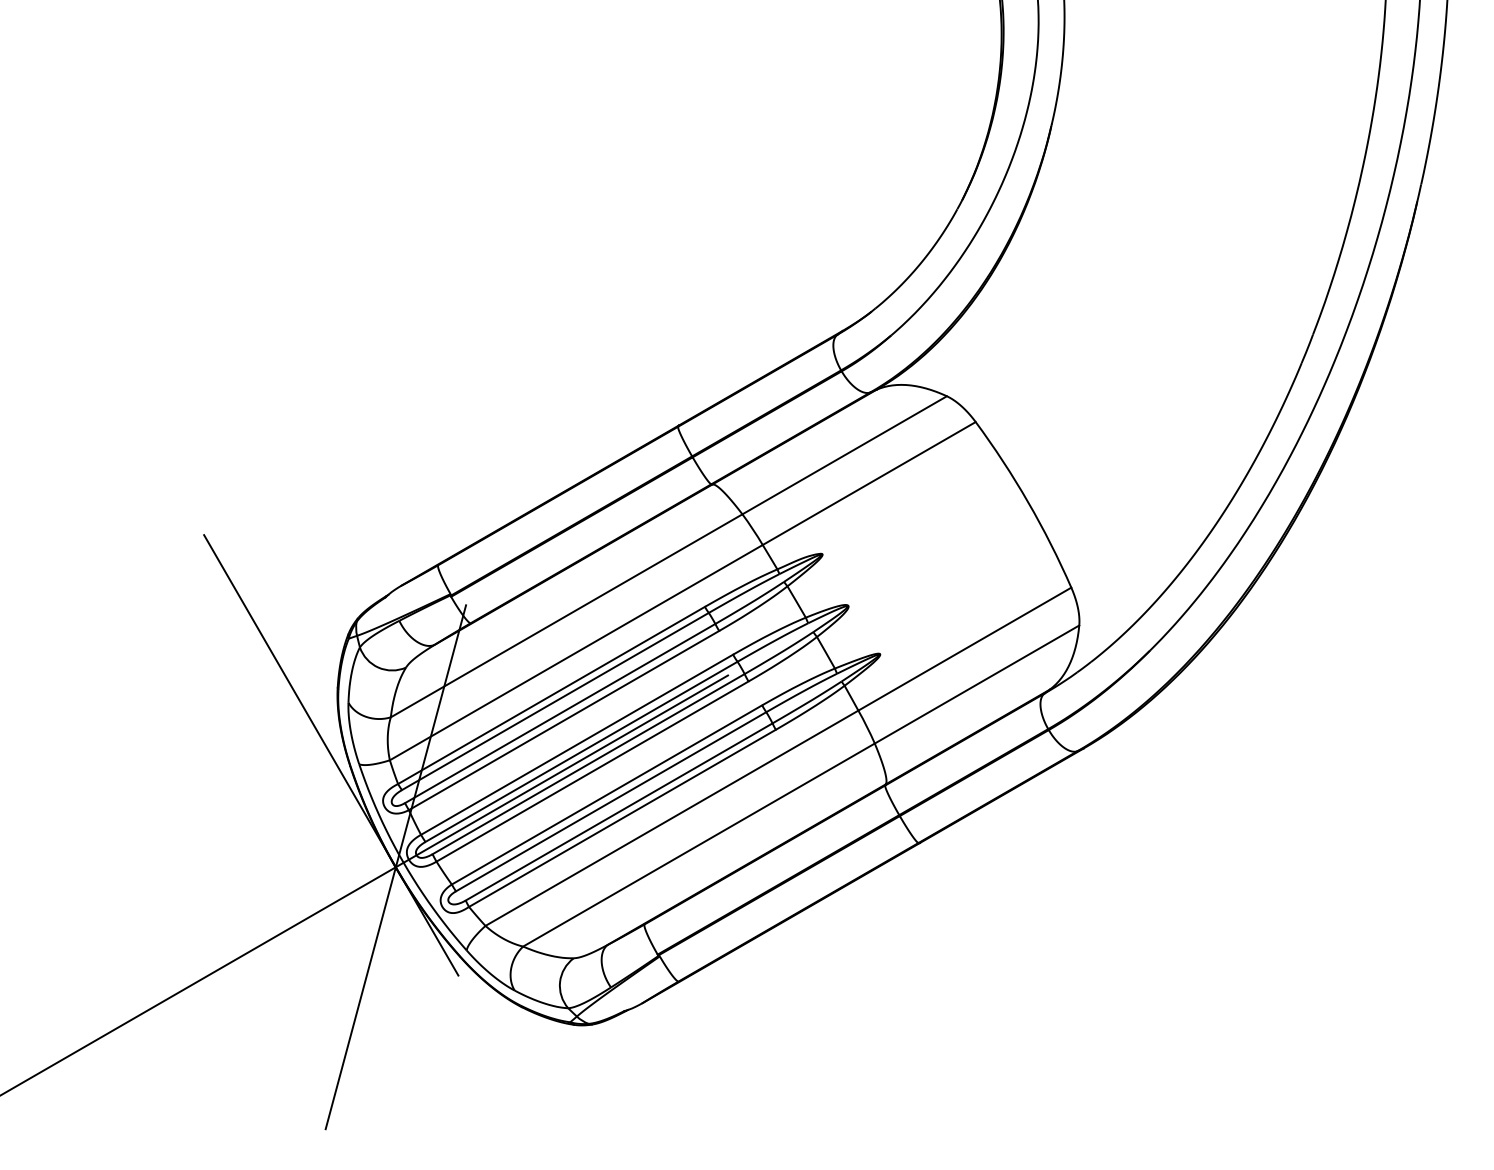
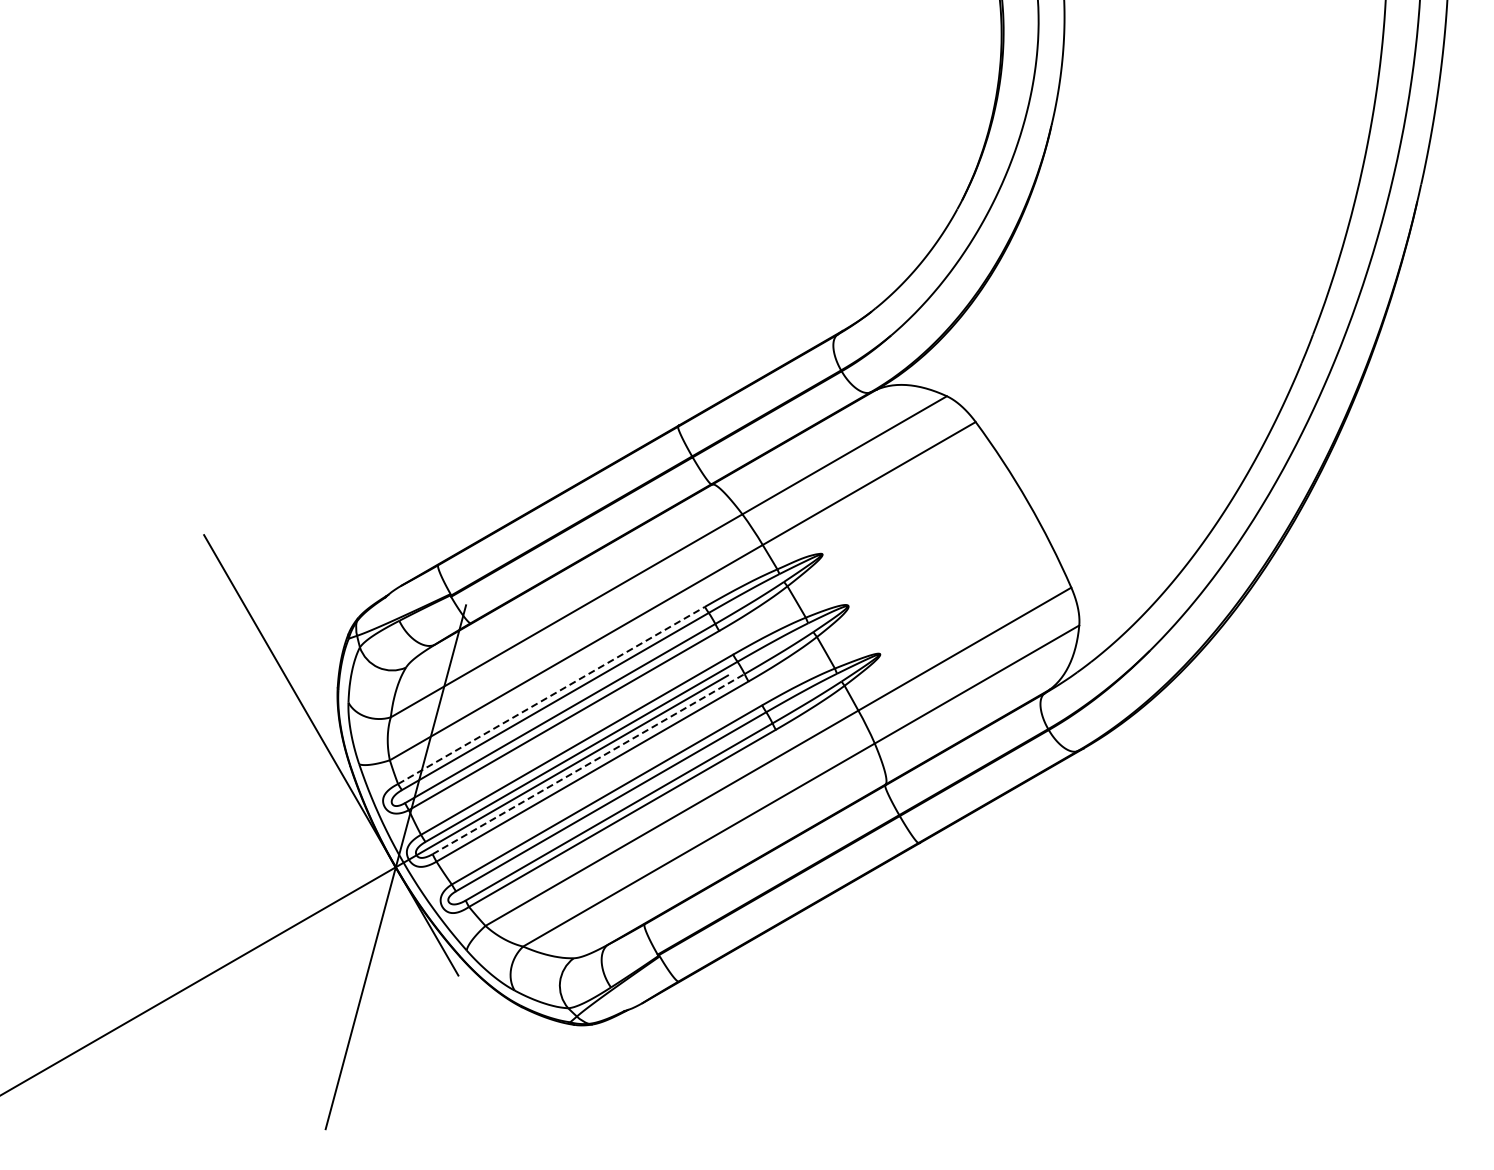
line at (551, 695): solid -> dashed
line at (589, 763): solid -> dashed
